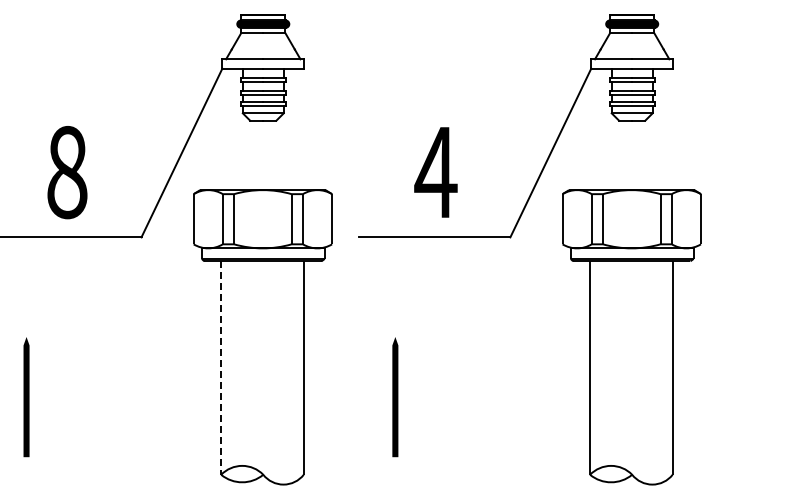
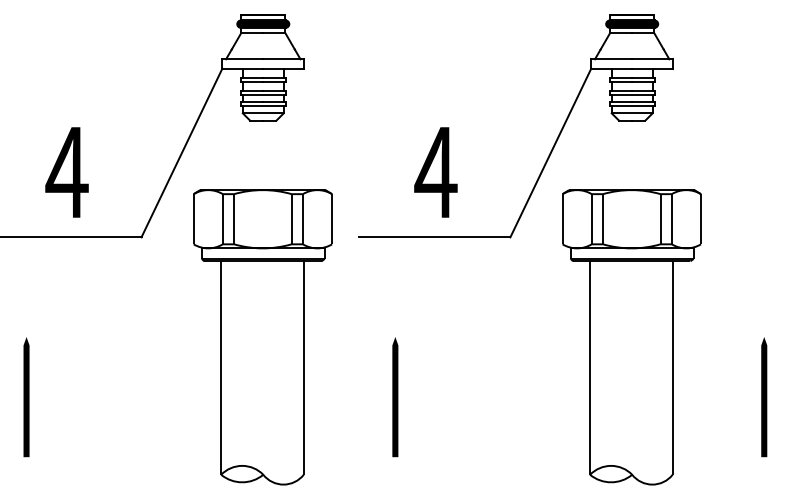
text at (66, 172): 8 -> 4
line at (221, 368): dashed -> solid
line at (764, 397): none -> present
